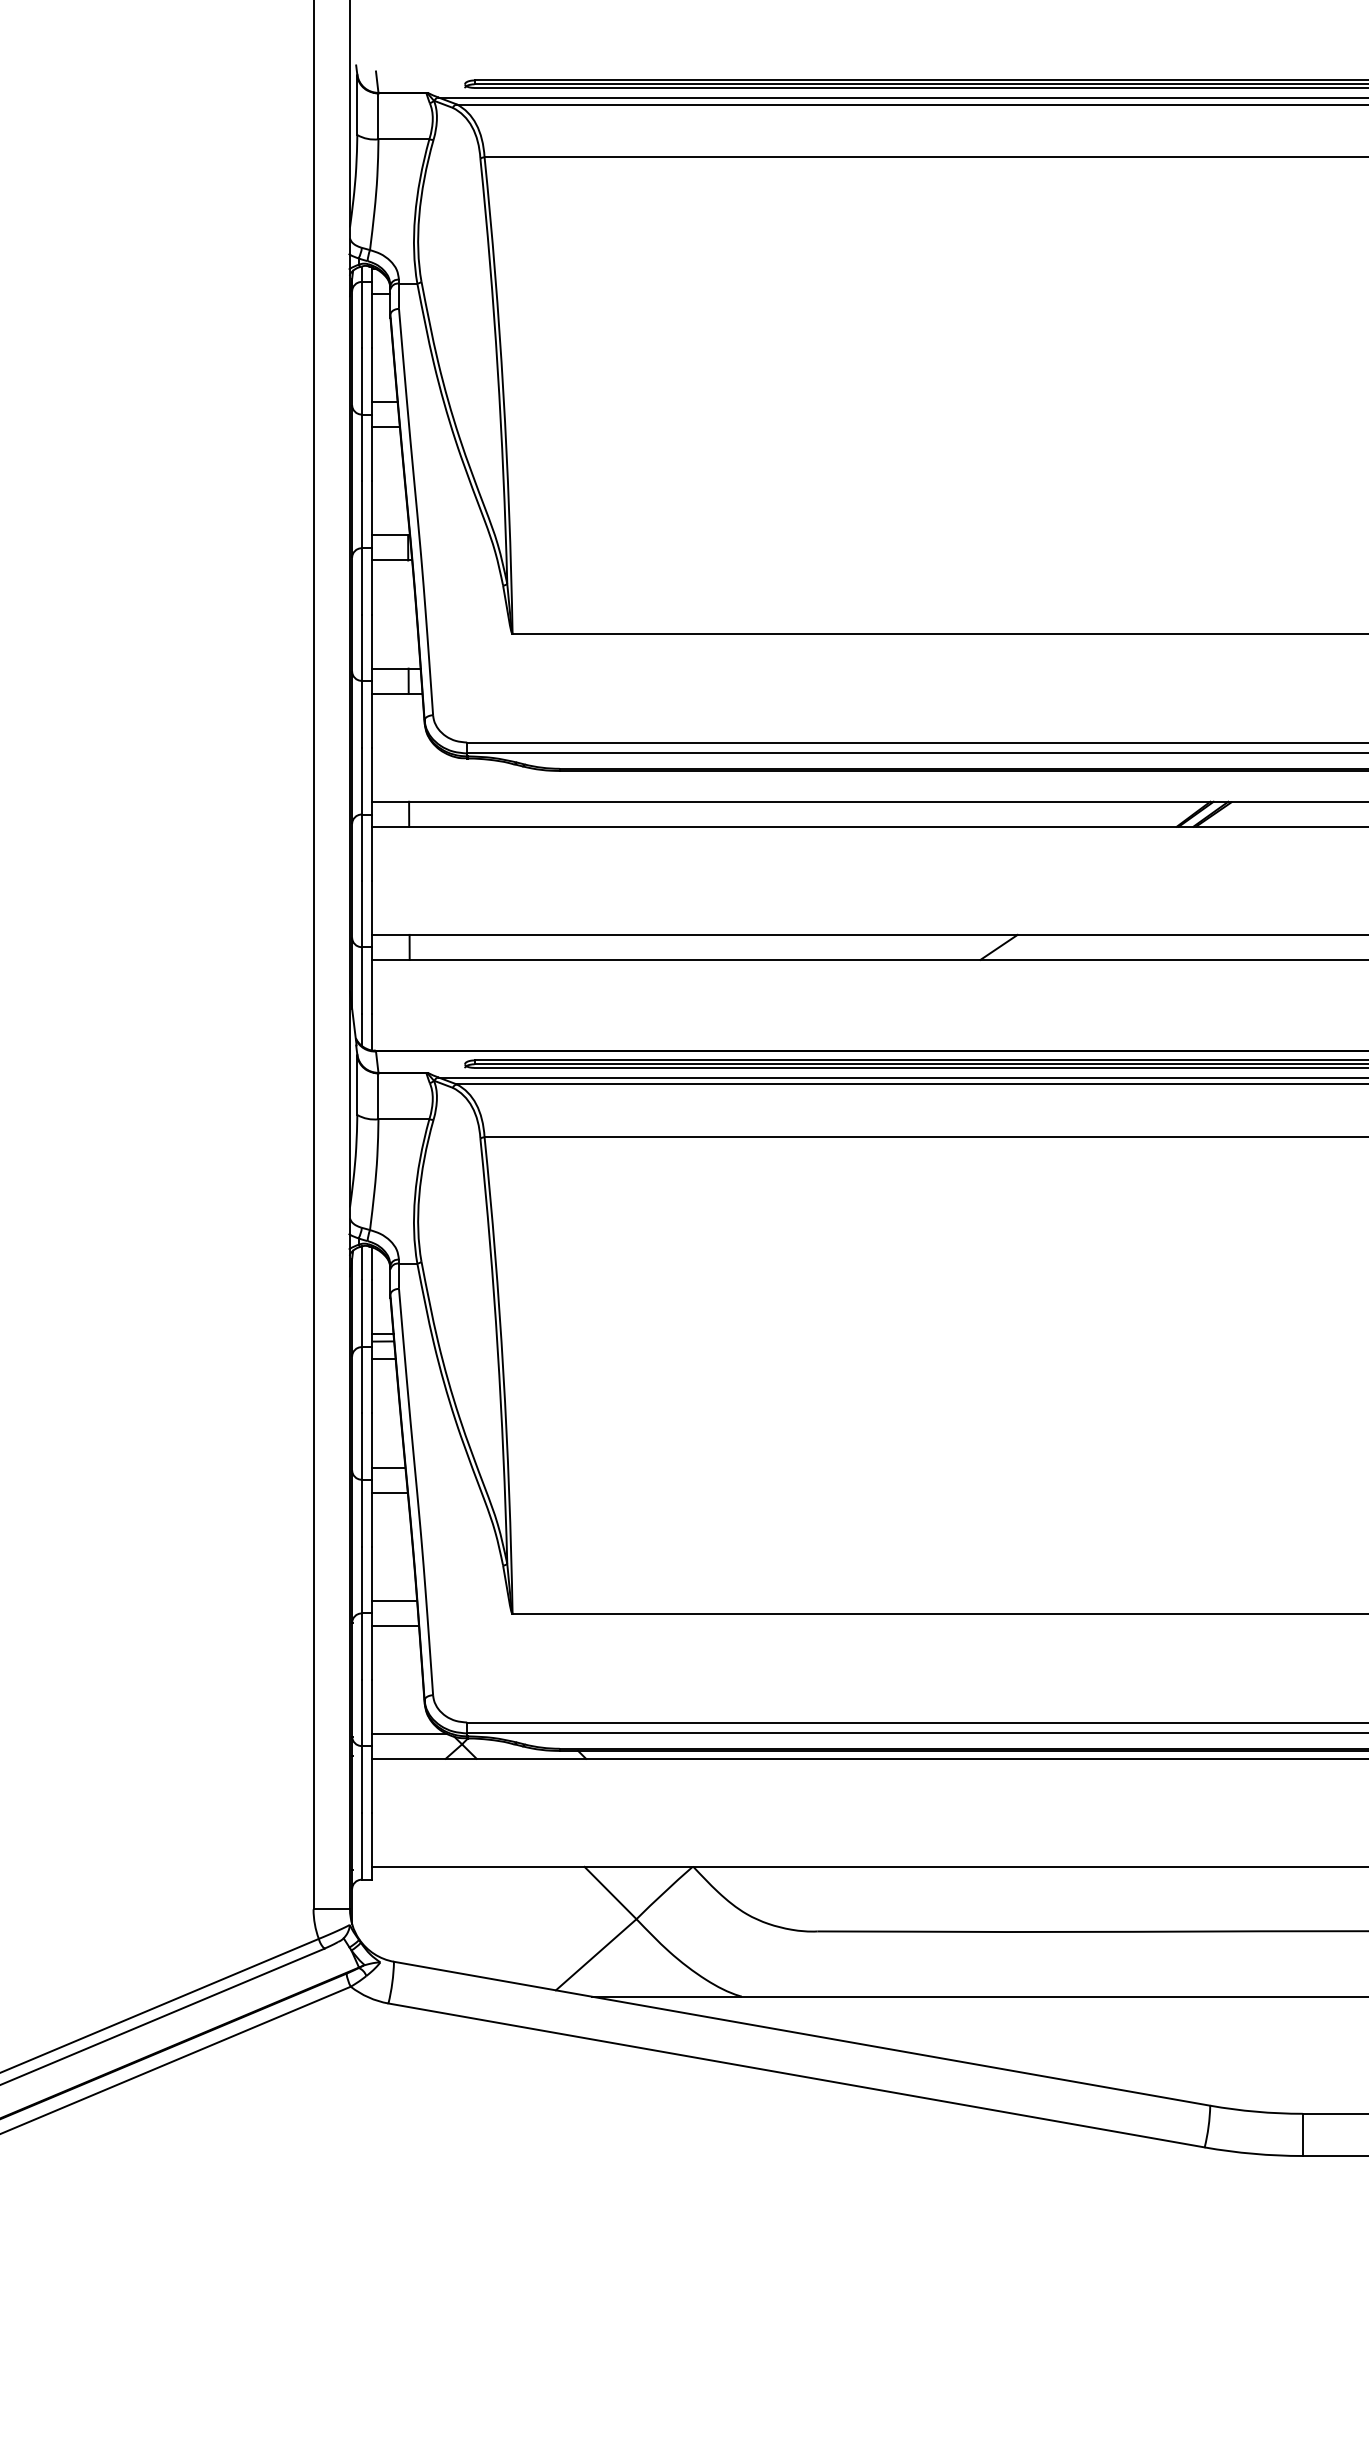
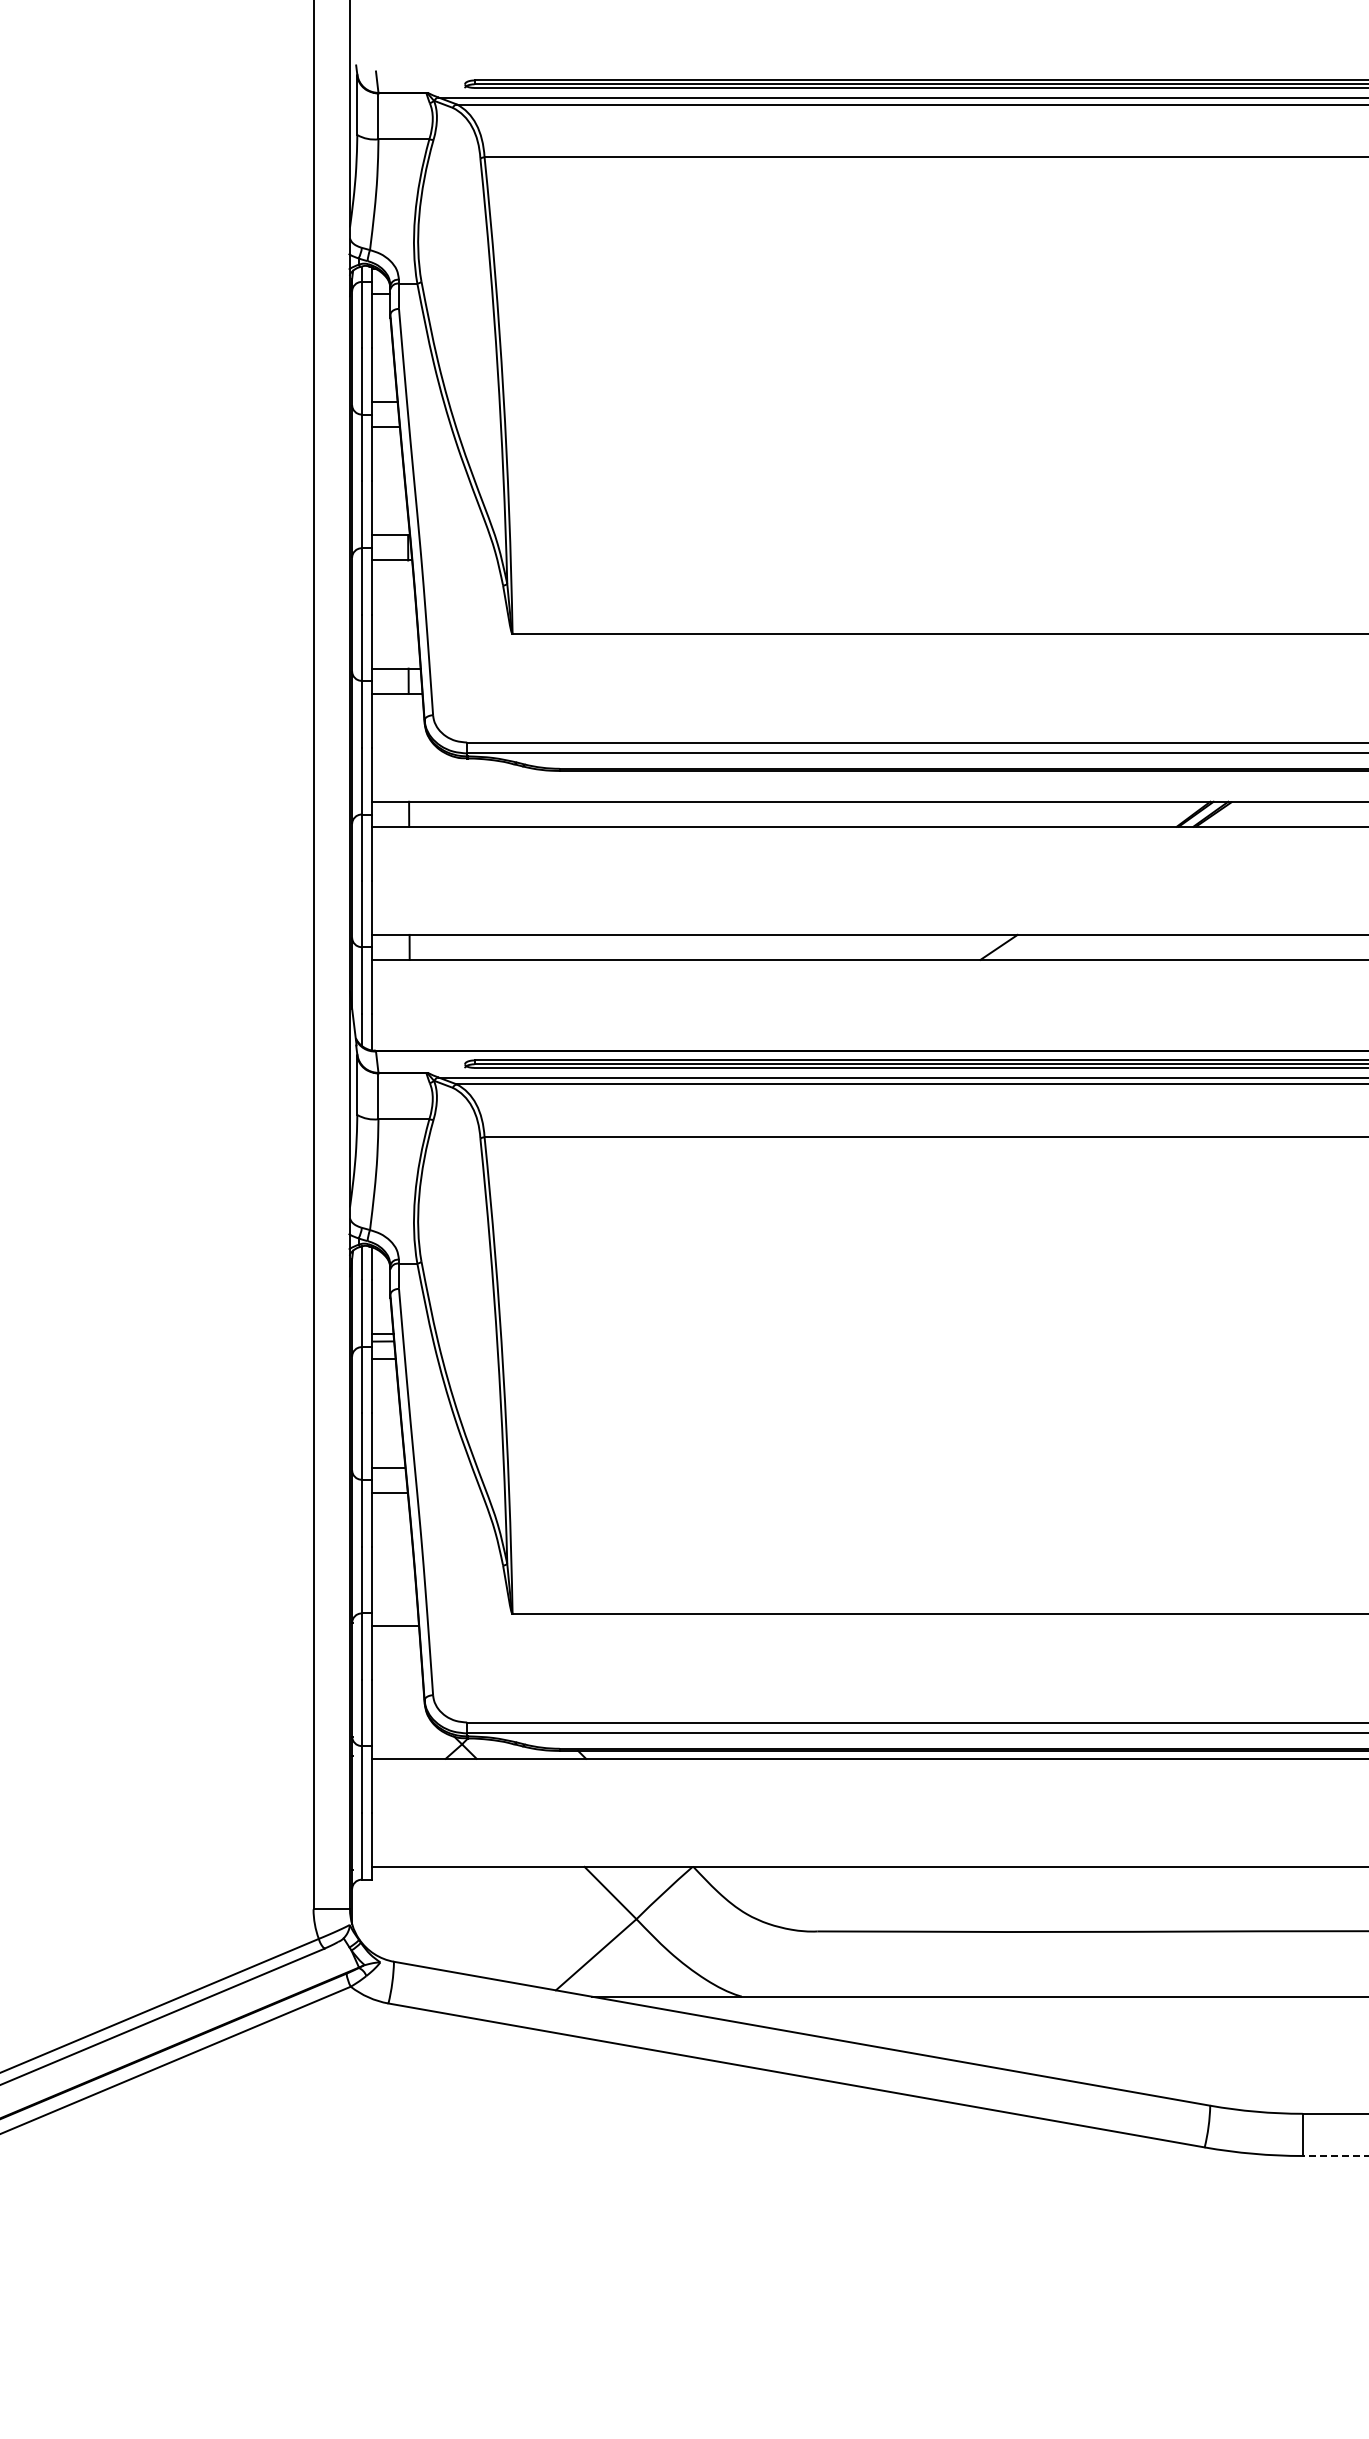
line at (394, 1600): present -> none
line at (409, 1733): present -> none
line at (1335, 2155): solid -> dashed
